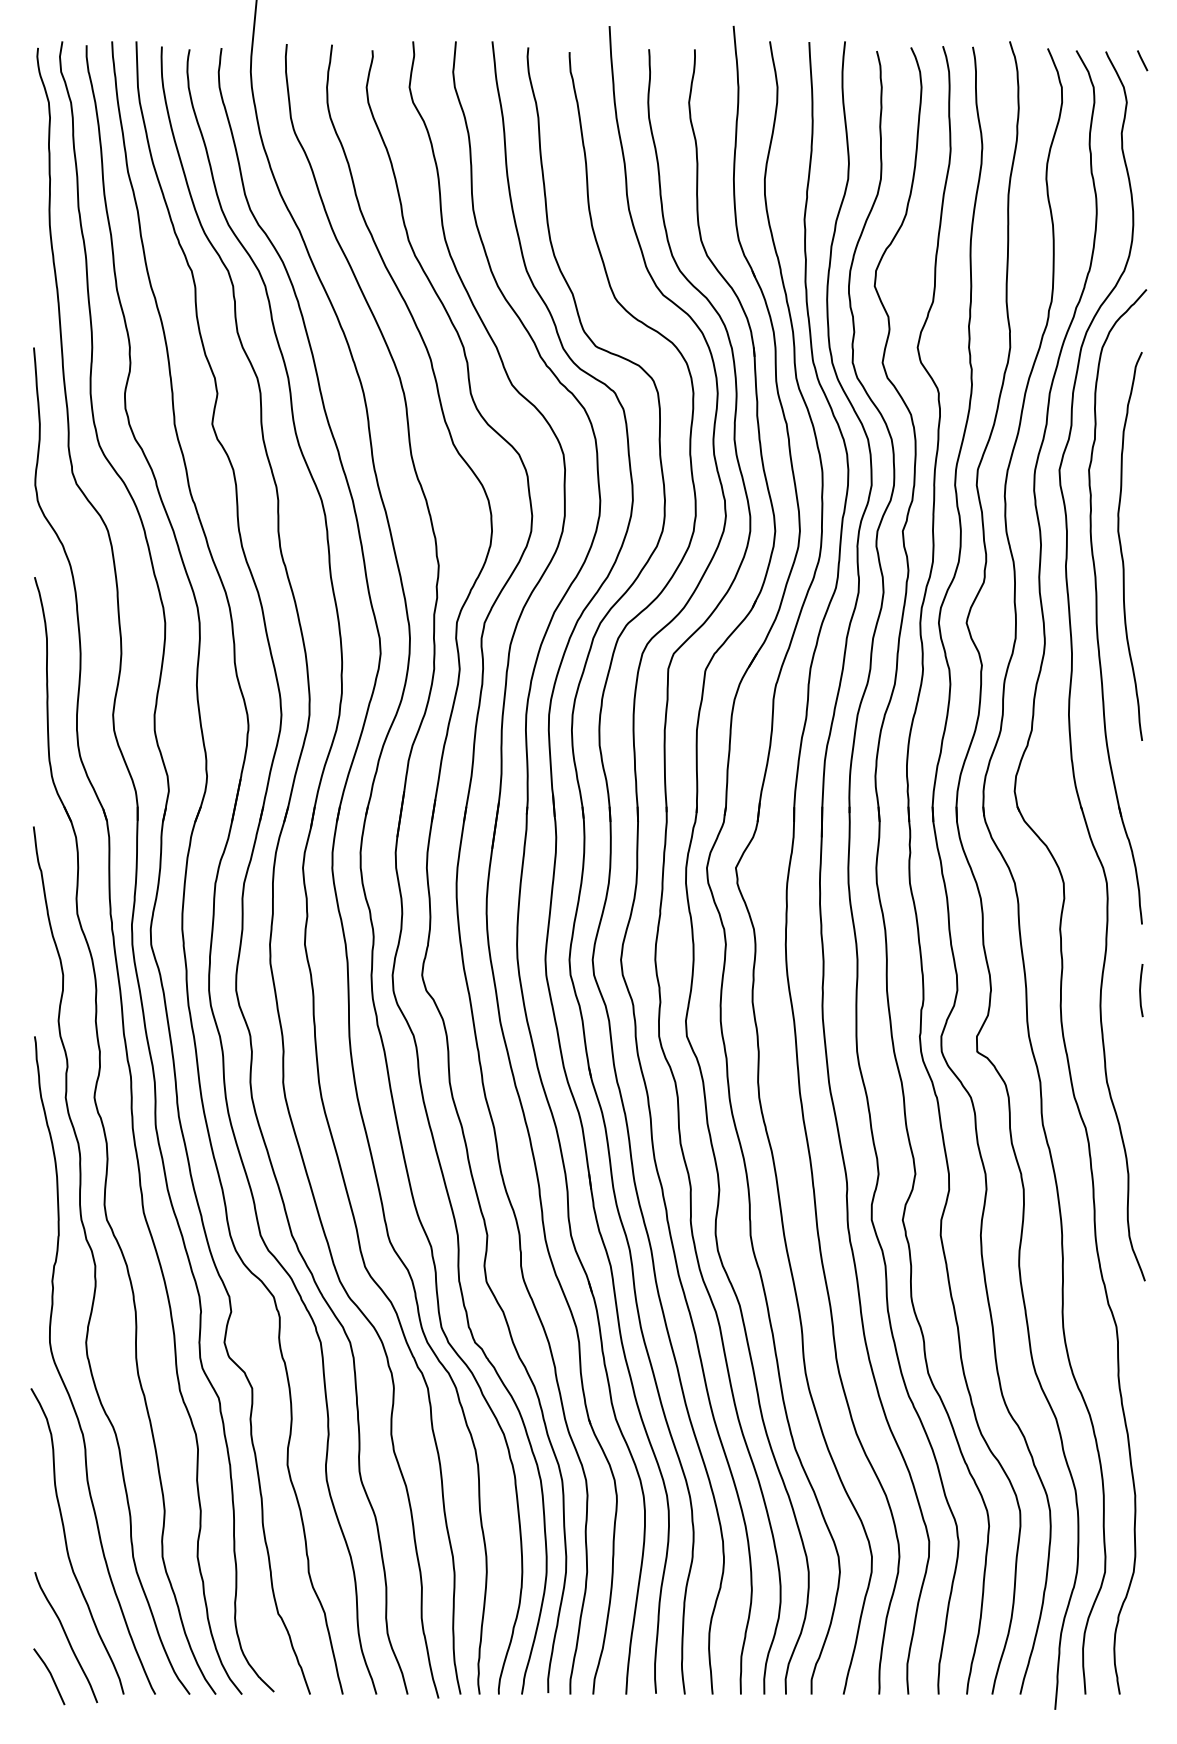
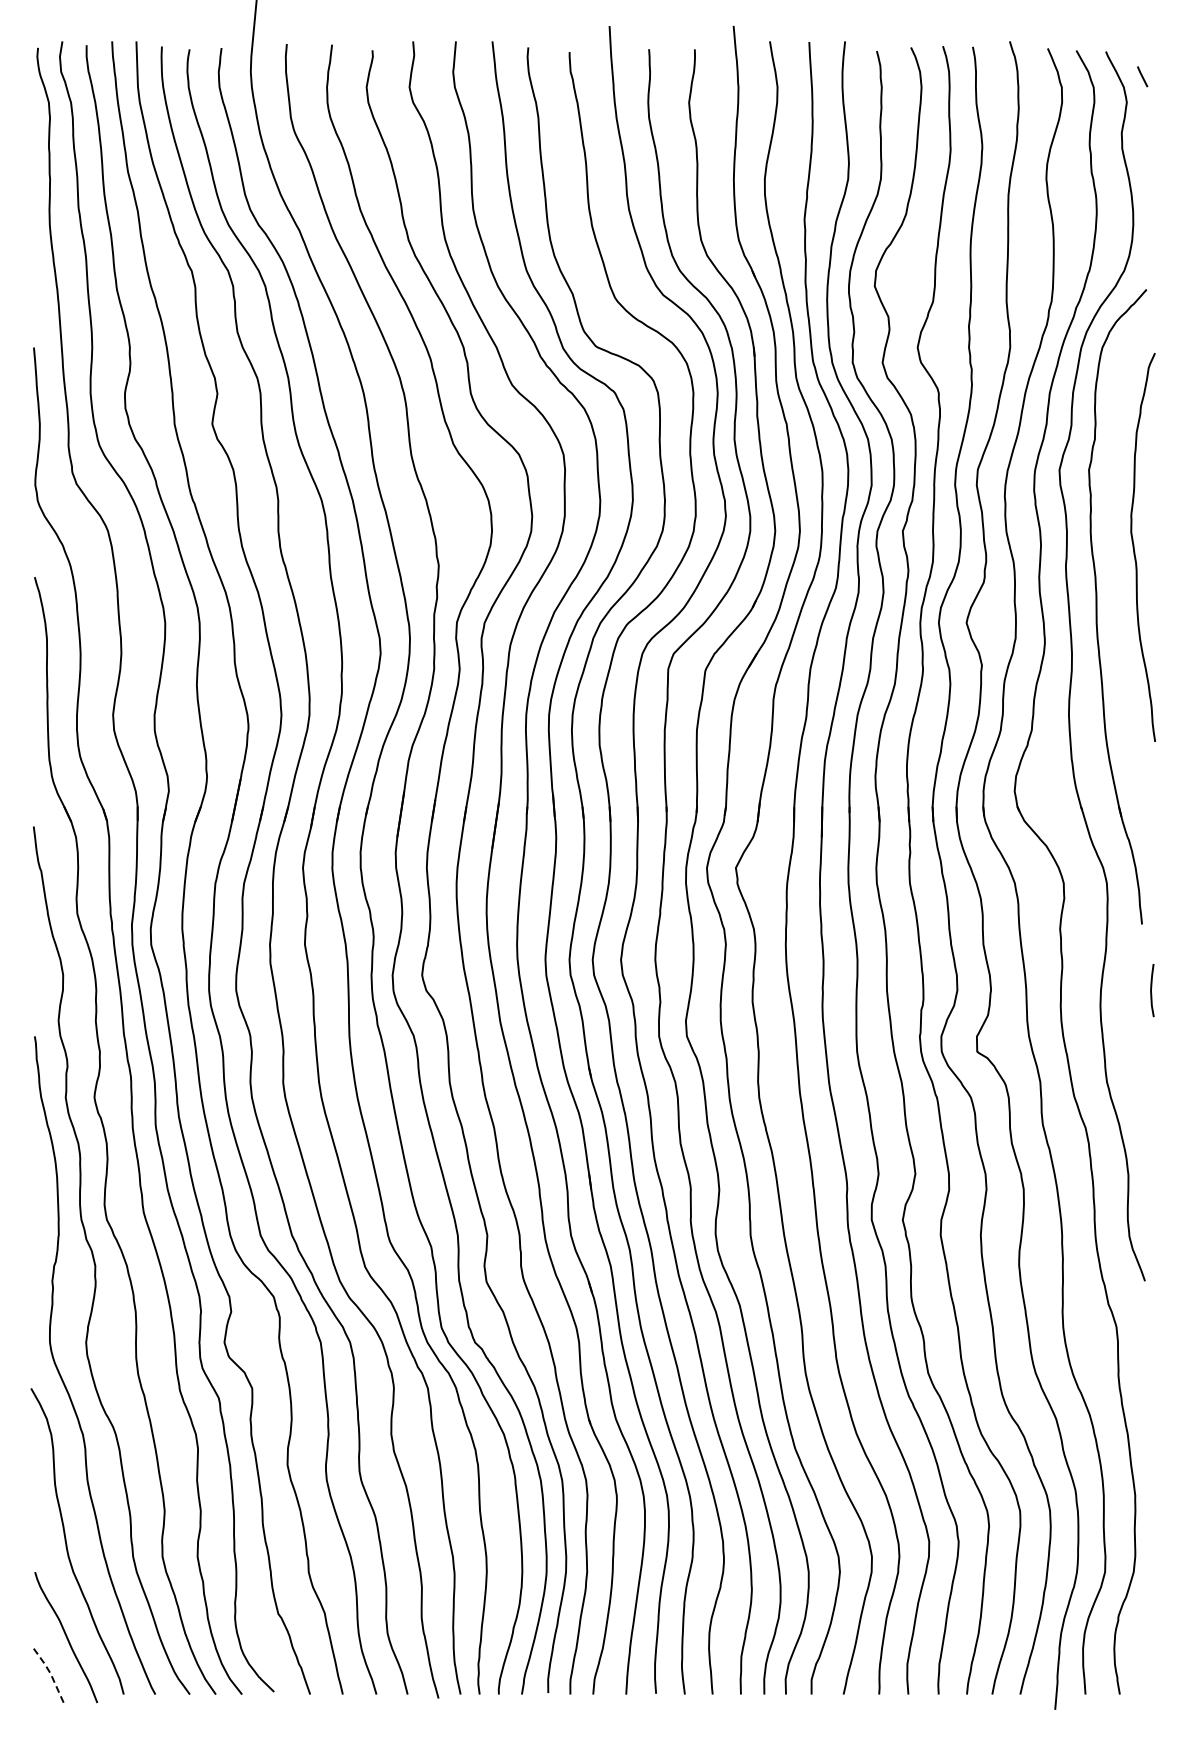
line at (1142, 60) position: (1142, 60) -> (1142, 76)
curve at (1121, 546) position: (1121, 546) -> (1134, 547)
curve at (1140, 990) position: (1140, 990) -> (1151, 990)
line at (50, 1674): solid -> dashed
